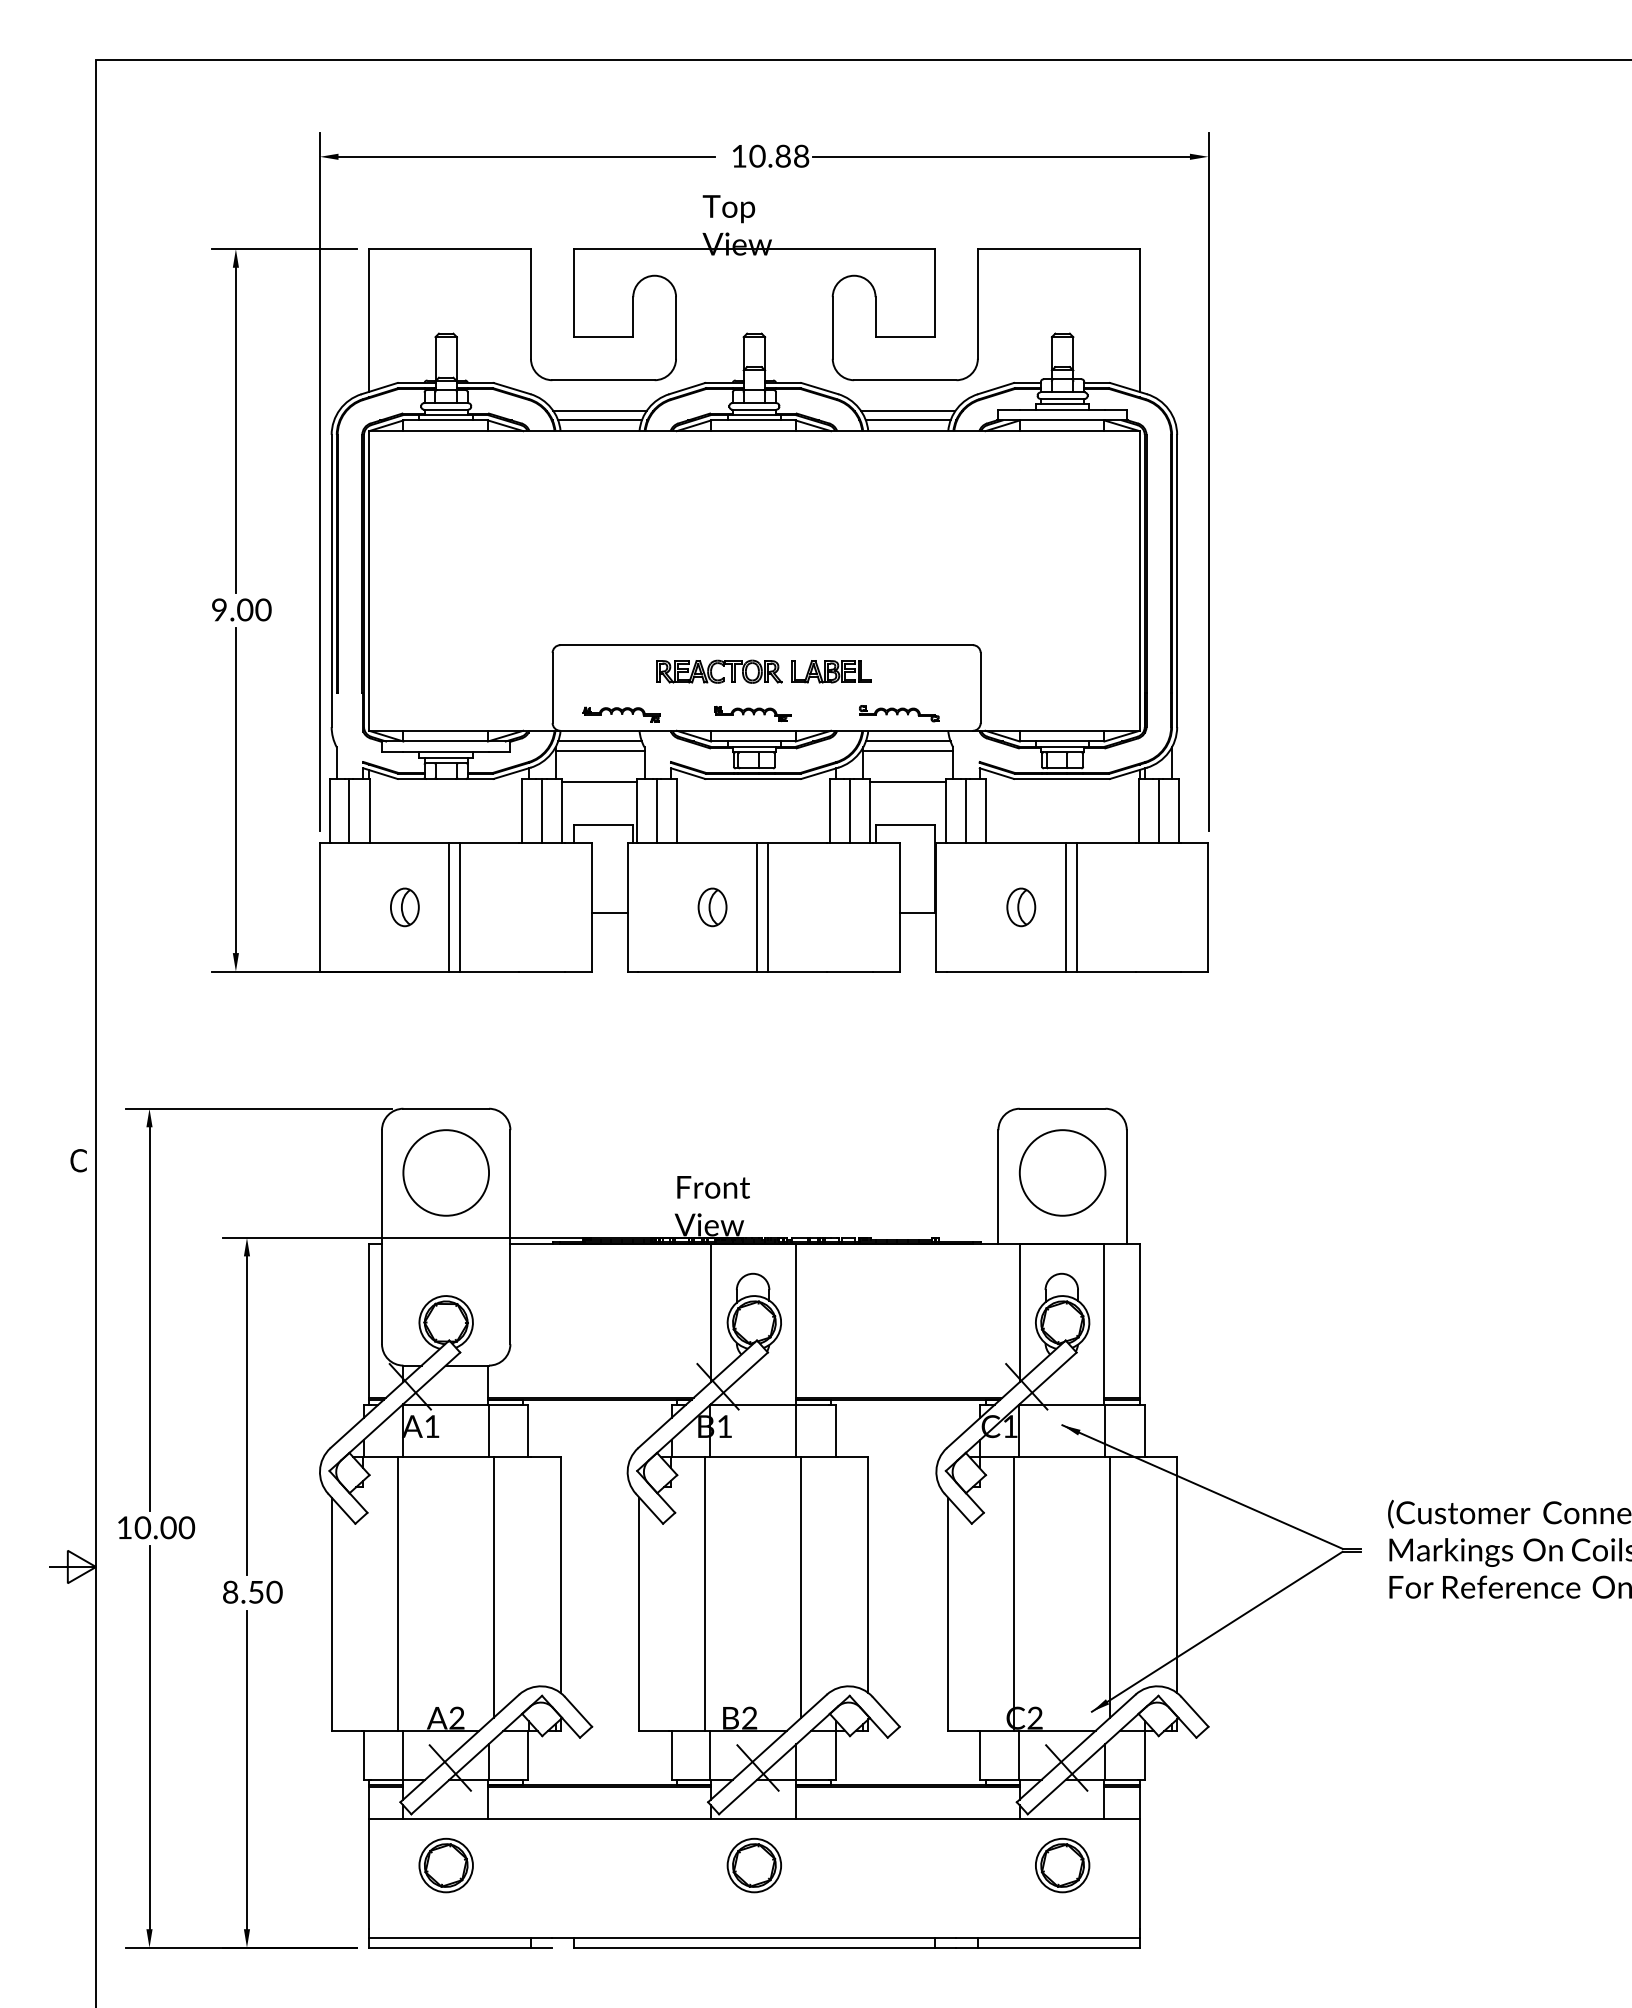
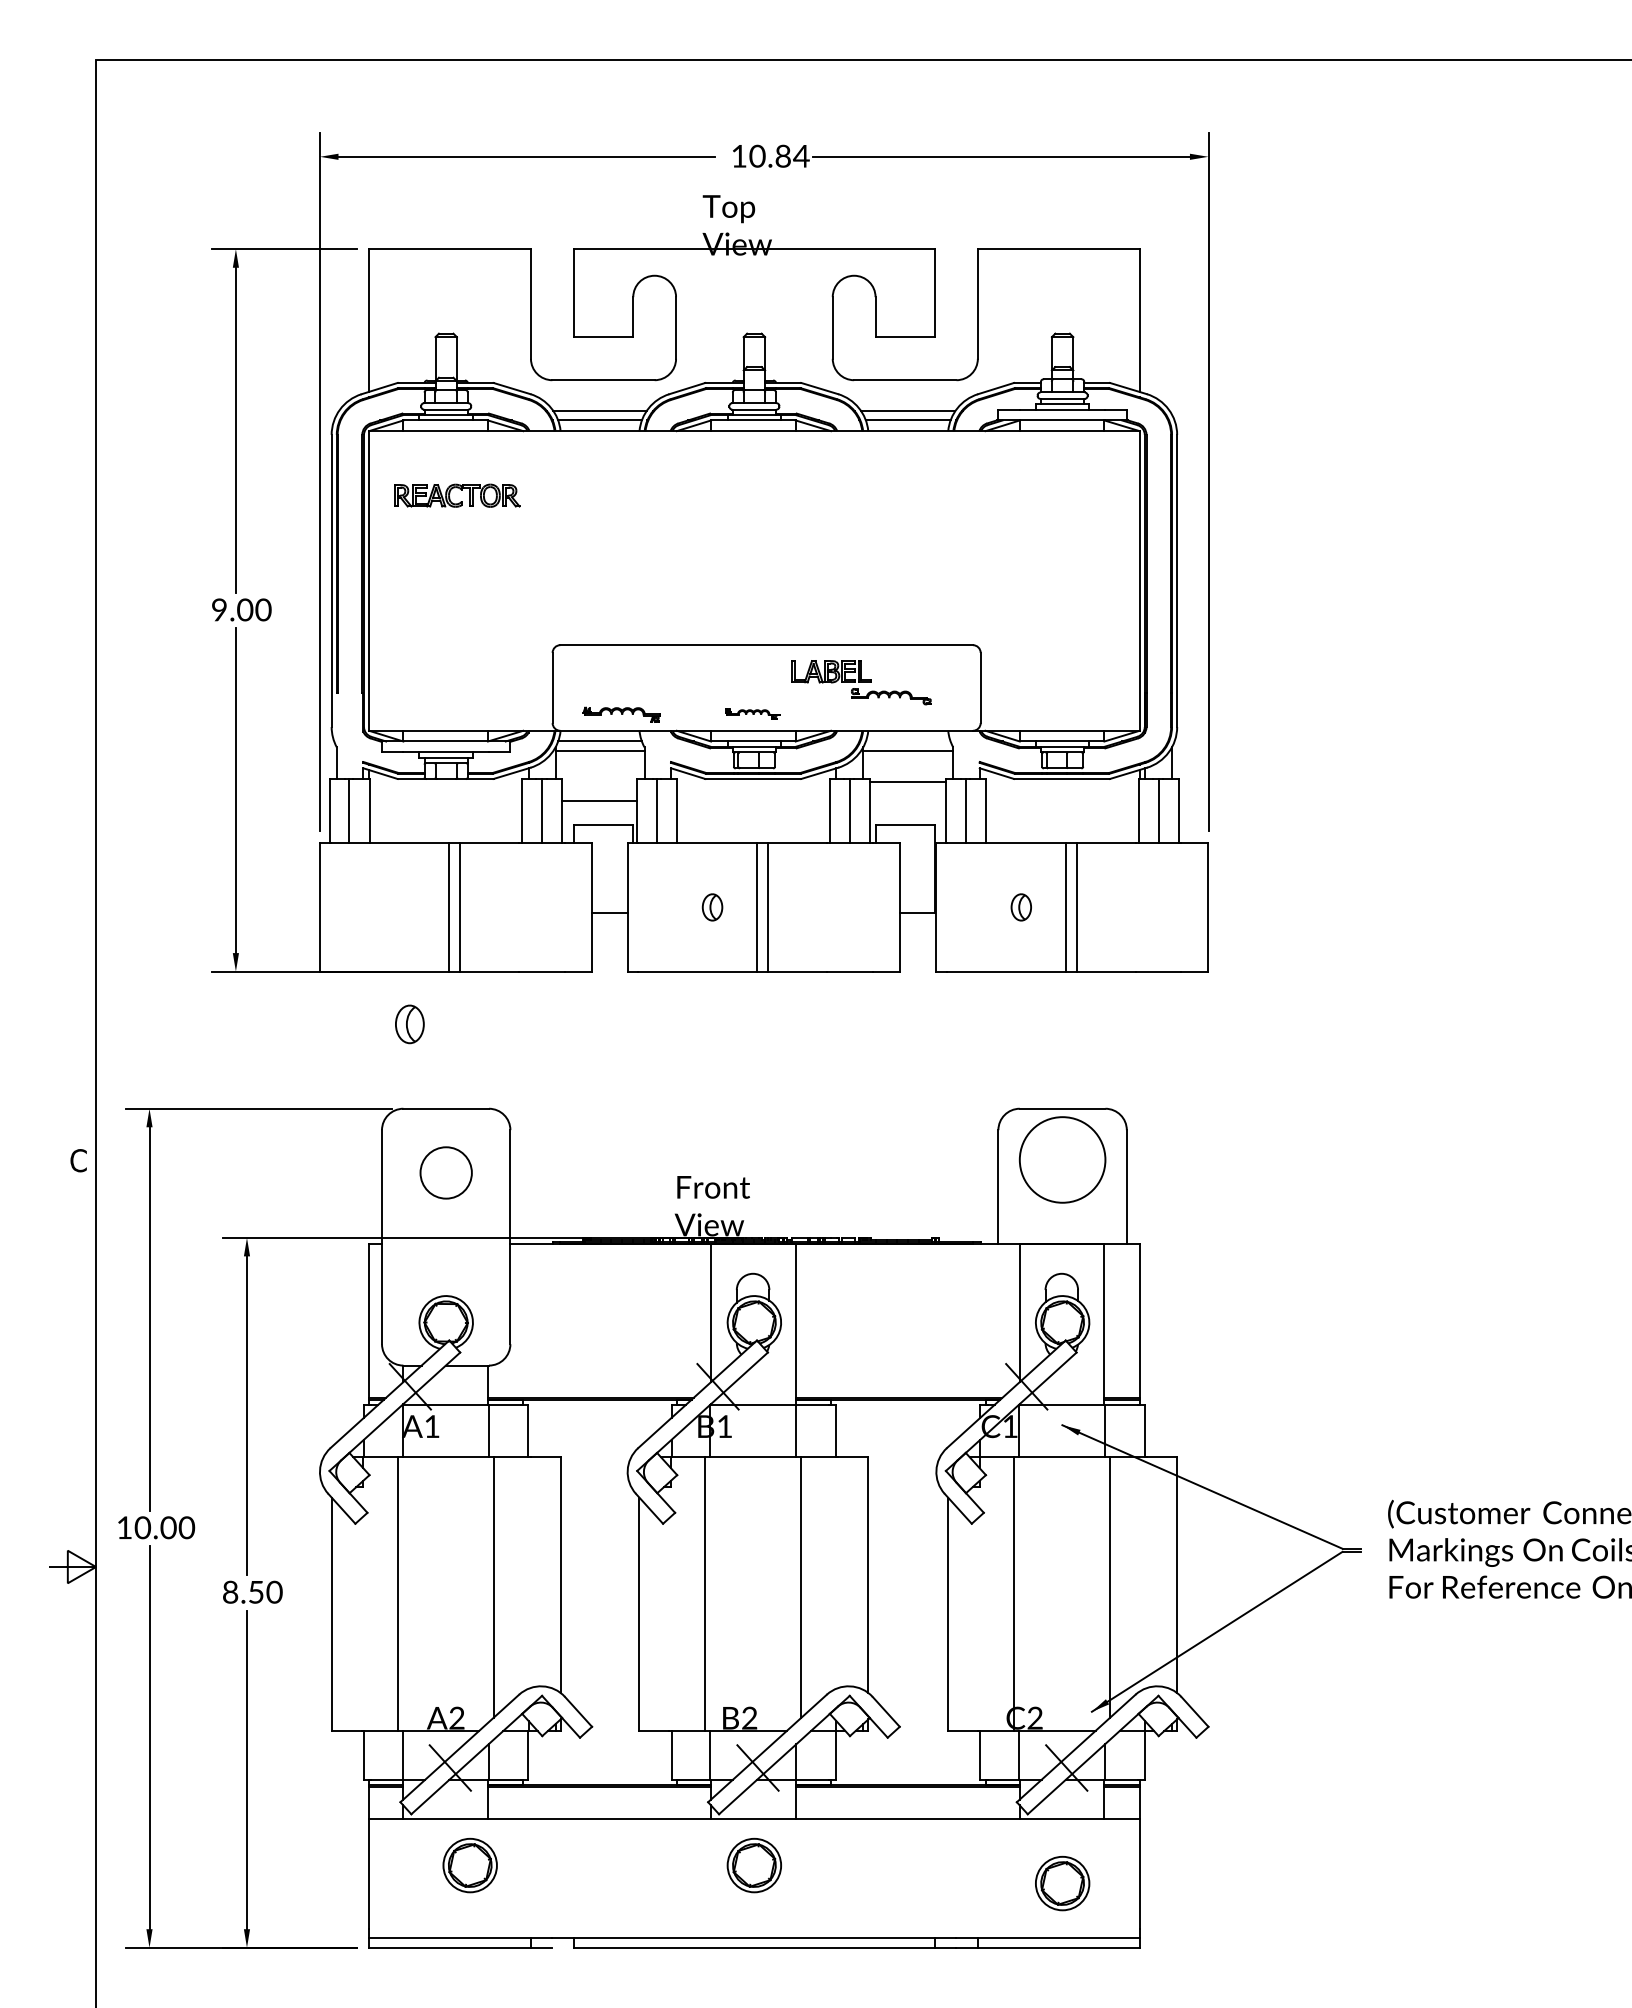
text at (801, 155): 10.88 -> 10.84
part at (721, 665) position: (721, 665) -> (459, 489)
part at (752, 713) size: 78x18 px -> 56x12 px
part at (899, 713) position: (899, 713) -> (891, 696)
line at (907, 741): present -> none
line at (599, 781) position: (599, 781) -> (599, 800)
part at (404, 907) position: (404, 907) -> (409, 1024)
part at (712, 907) size: 31x41 px -> 23x29 px
part at (1021, 907) size: 31x41 px -> 22x29 px
circle at (446, 1172) diameter: 86 px -> 51 px
circle at (1062, 1172) position: (1062, 1172) -> (1062, 1159)
part at (445, 1865) position: (445, 1865) -> (469, 1865)
part at (1062, 1865) position: (1062, 1865) -> (1062, 1883)
